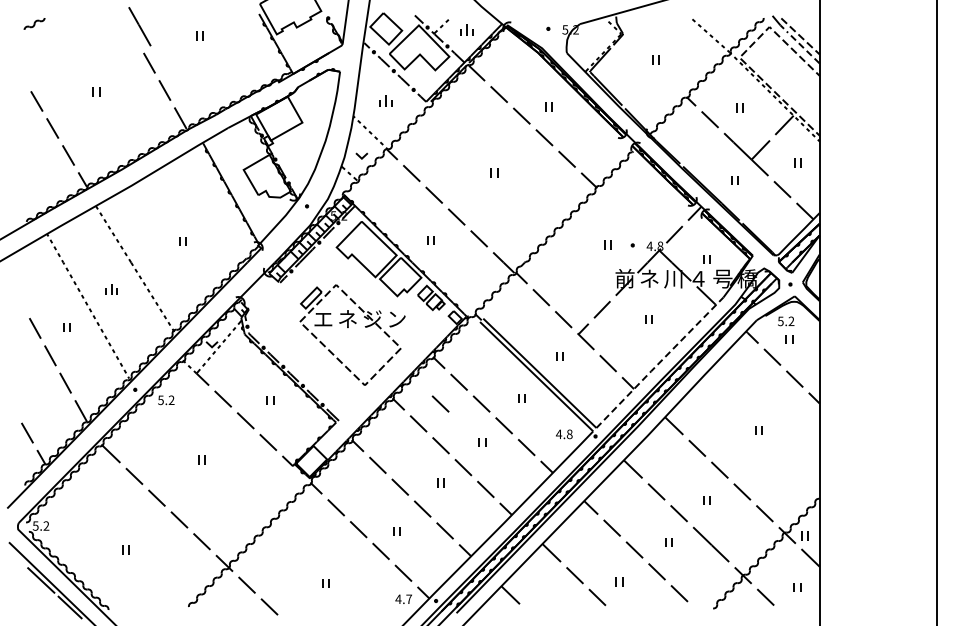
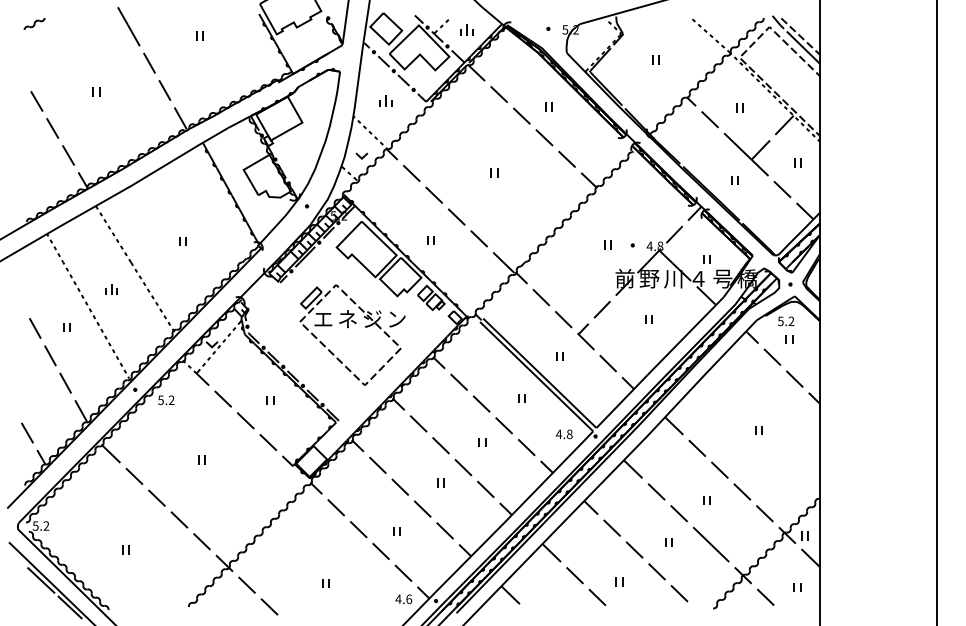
line at (139, 26) position: (139, 26) -> (128, 26)
line at (803, 47): dashed -> solid
text at (649, 278): ネ -> 野
line at (659, 362): dashed -> solid
line at (440, 403): present -> none
text at (409, 599): 4.7 -> 4.6
